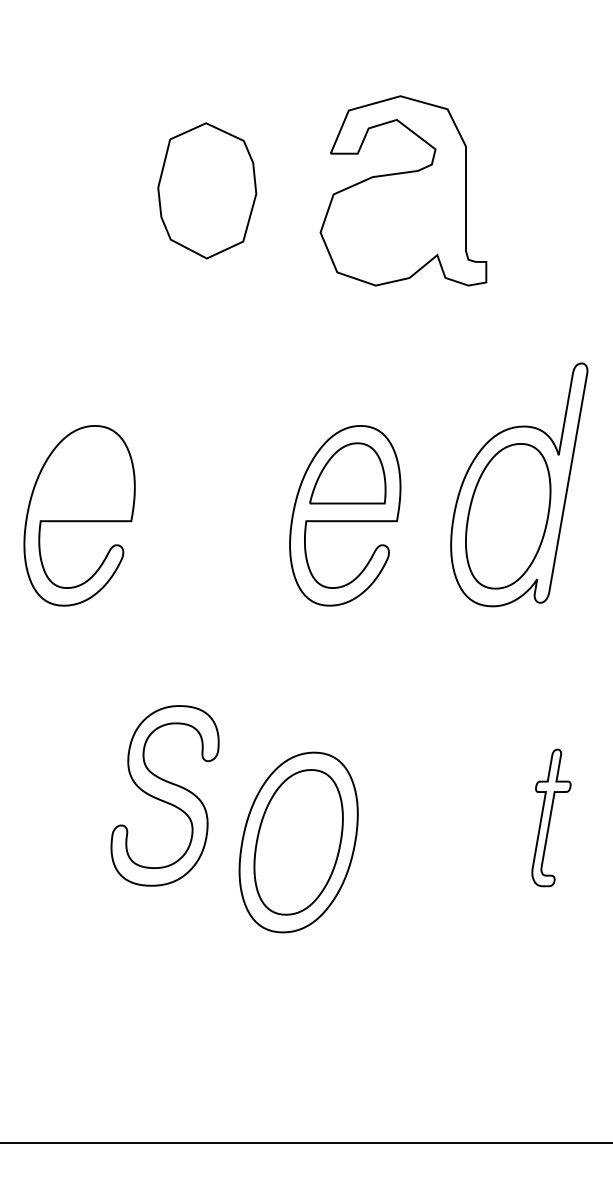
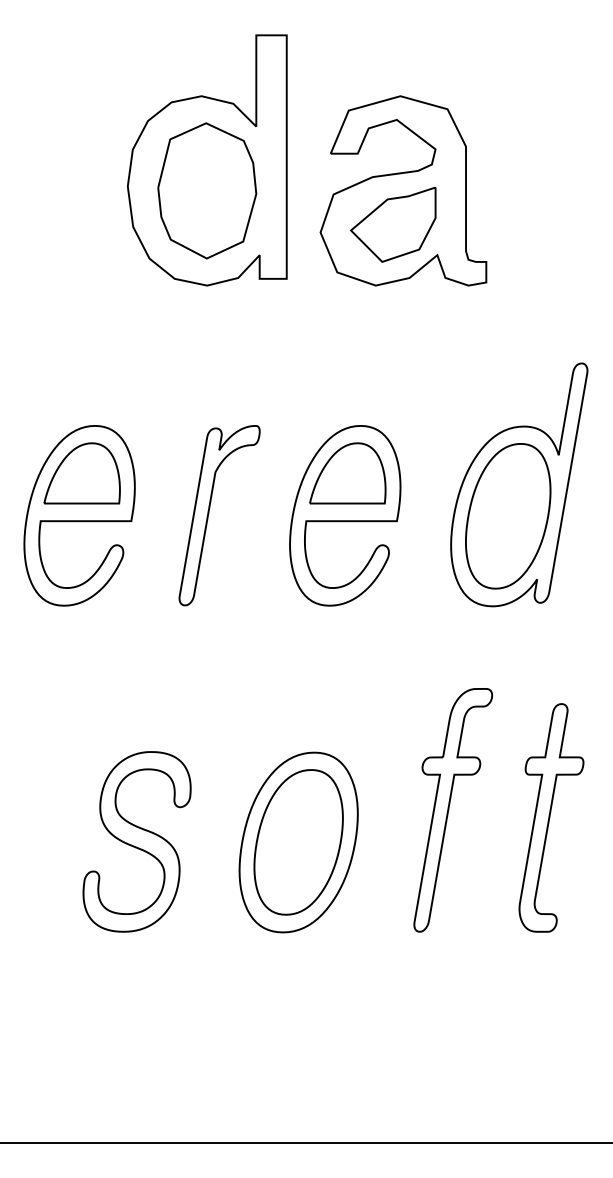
part at (206, 160): none -> present
part at (392, 224): none -> present
part at (81, 473): none -> present
part at (209, 513): none -> present
part at (164, 795) position: (164, 795) -> (136, 841)
part at (452, 810): none -> present
part at (551, 817) size: 41x140 px -> 67x230 px
